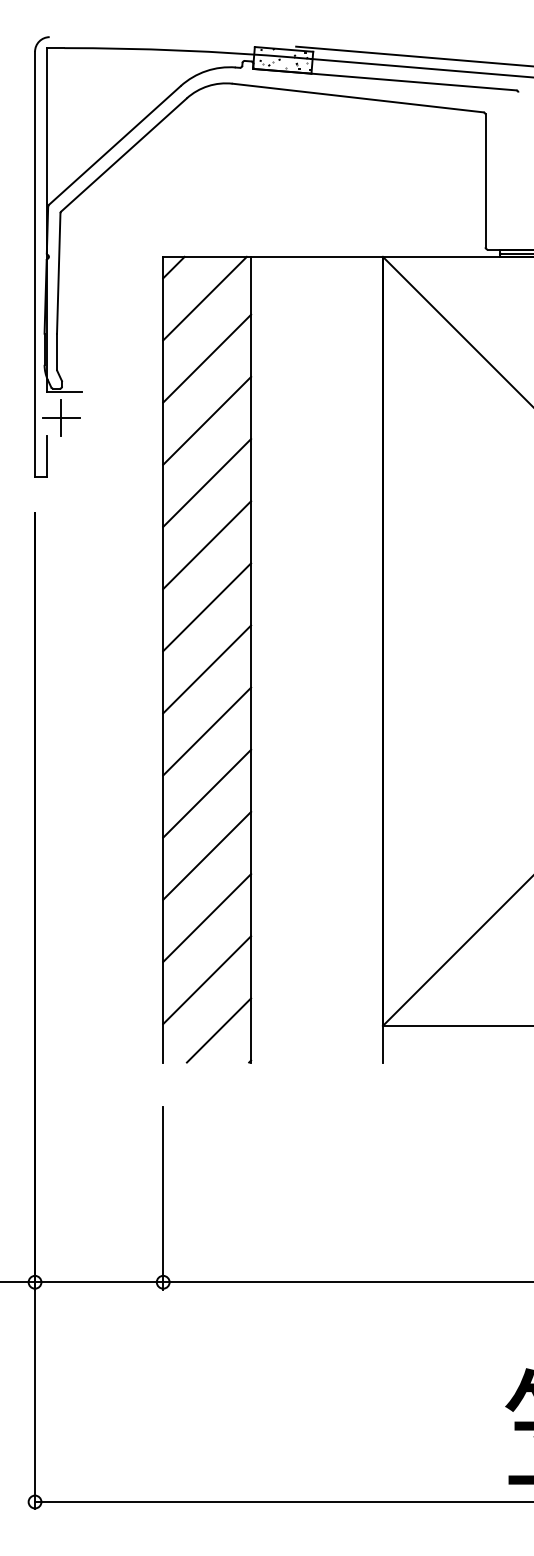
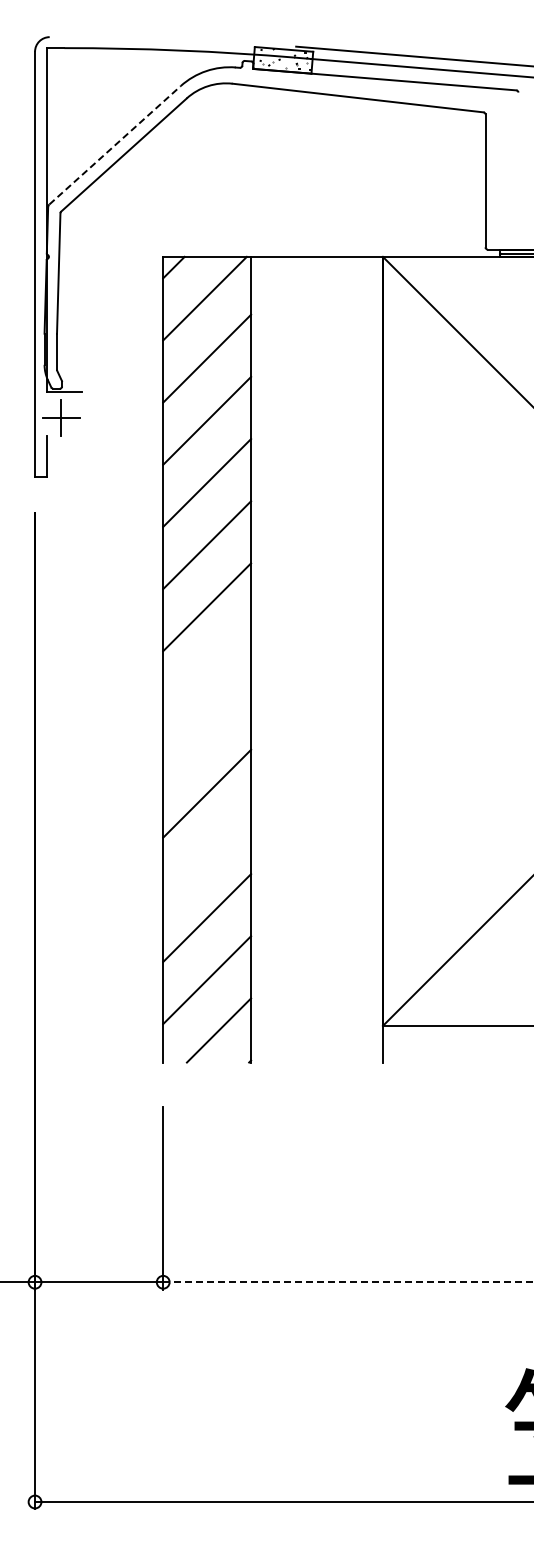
line at (115, 145): solid -> dashed
line at (207, 669): present -> none
line at (207, 731): present -> none
line at (207, 855): present -> none
line at (348, 1282): solid -> dashed
